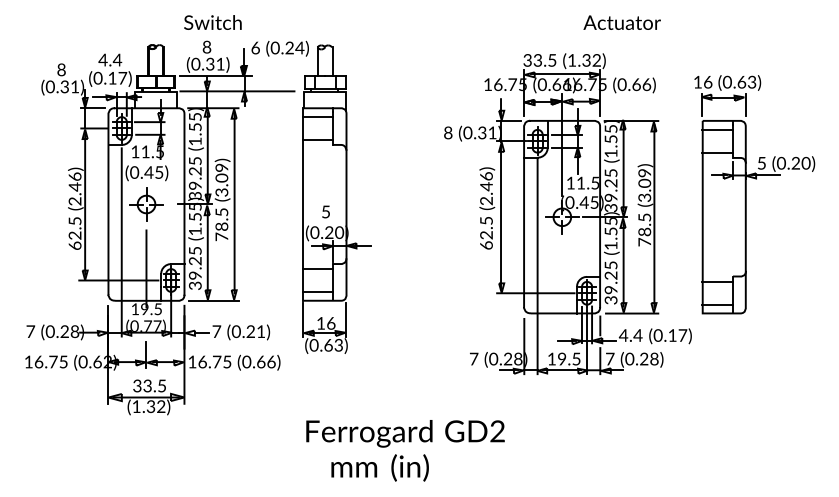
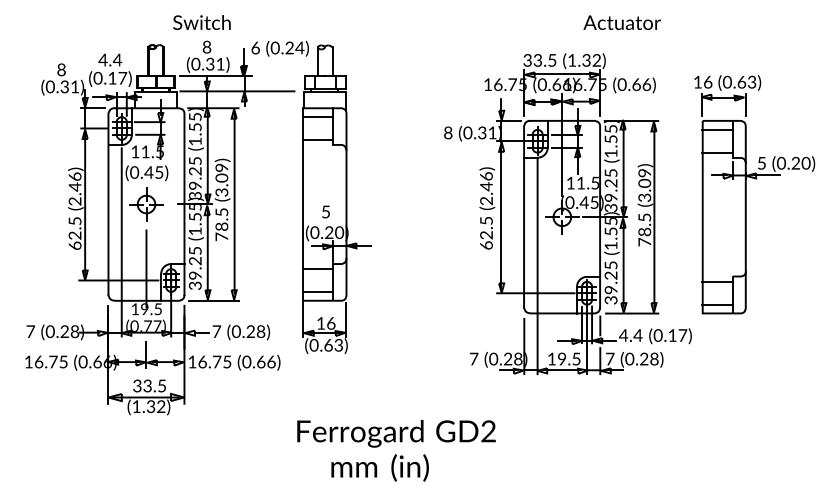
text at (212, 22) position: (212, 22) -> (201, 22)
text at (260, 331): (0.21) -> (0.28)
text at (107, 361): (0.62) -> (0.66)
text at (405, 433) position: (405, 433) -> (396, 433)
